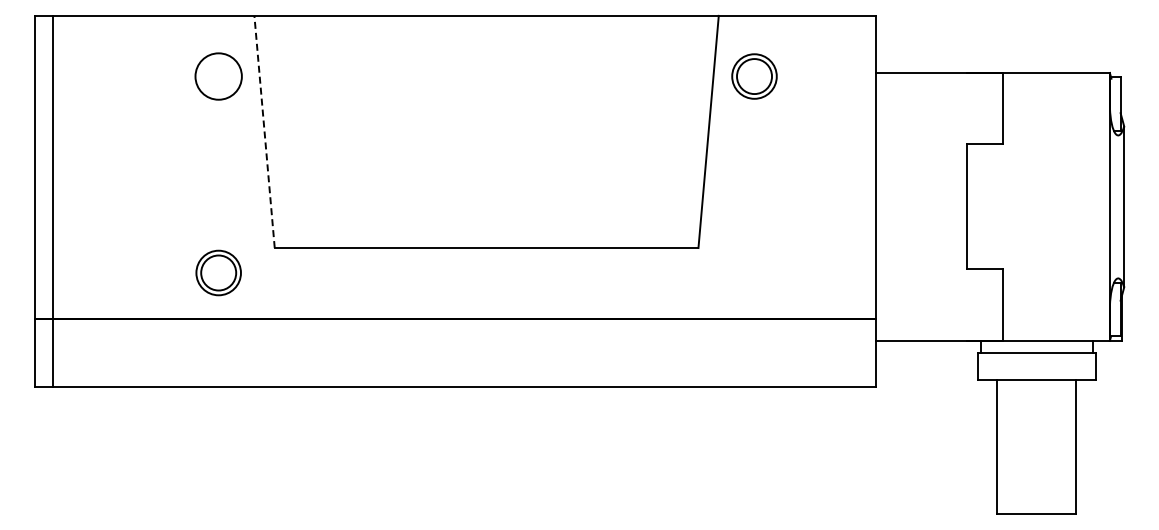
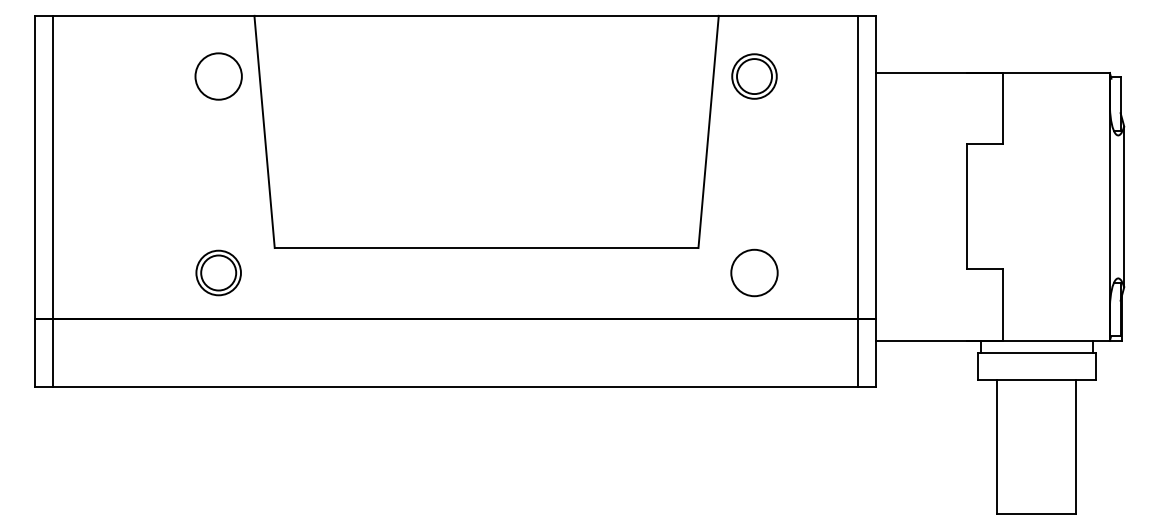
line at (264, 131): dashed -> solid
line at (858, 201): none -> present
circle at (754, 272): none -> present
